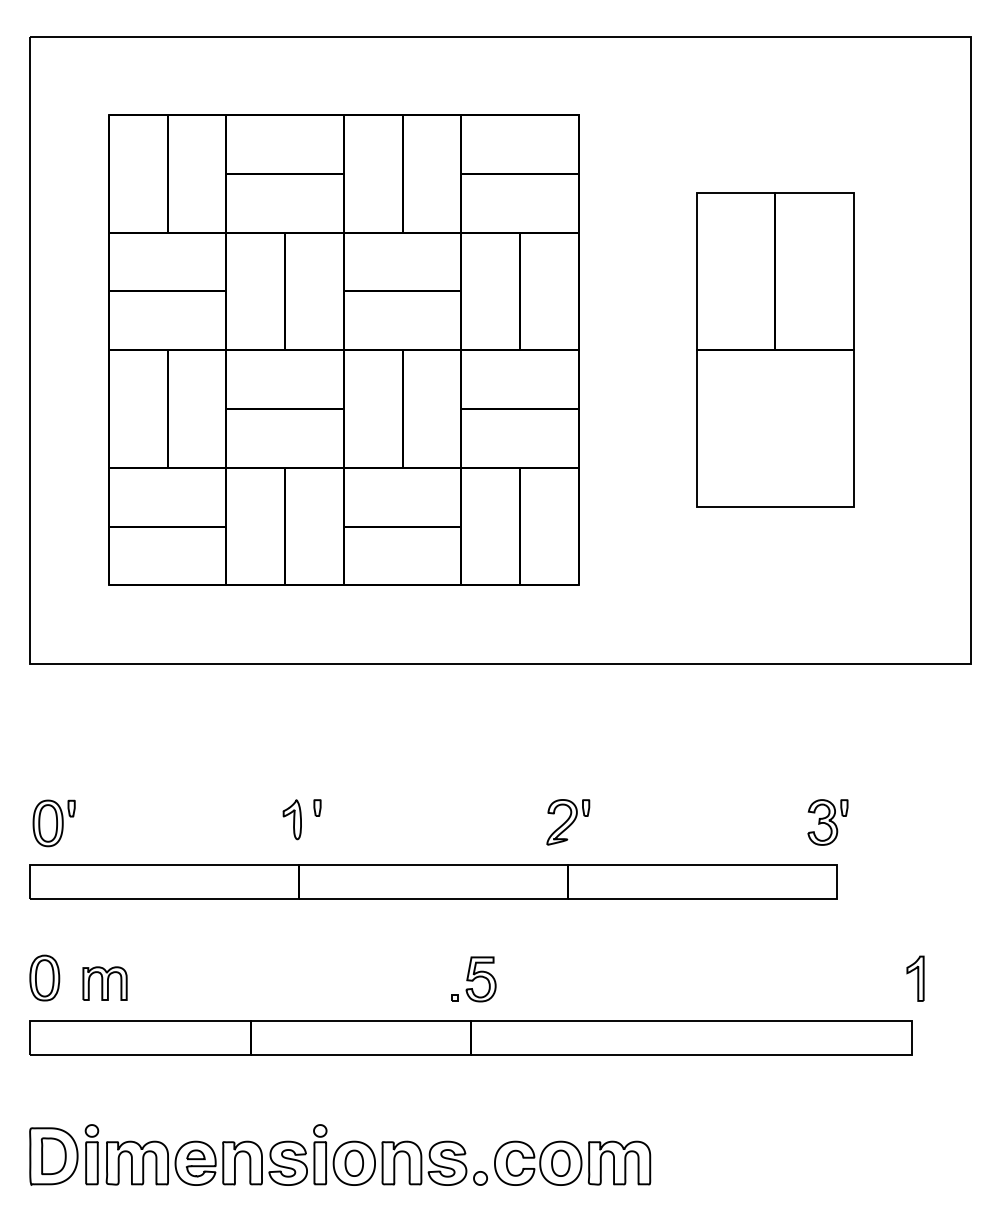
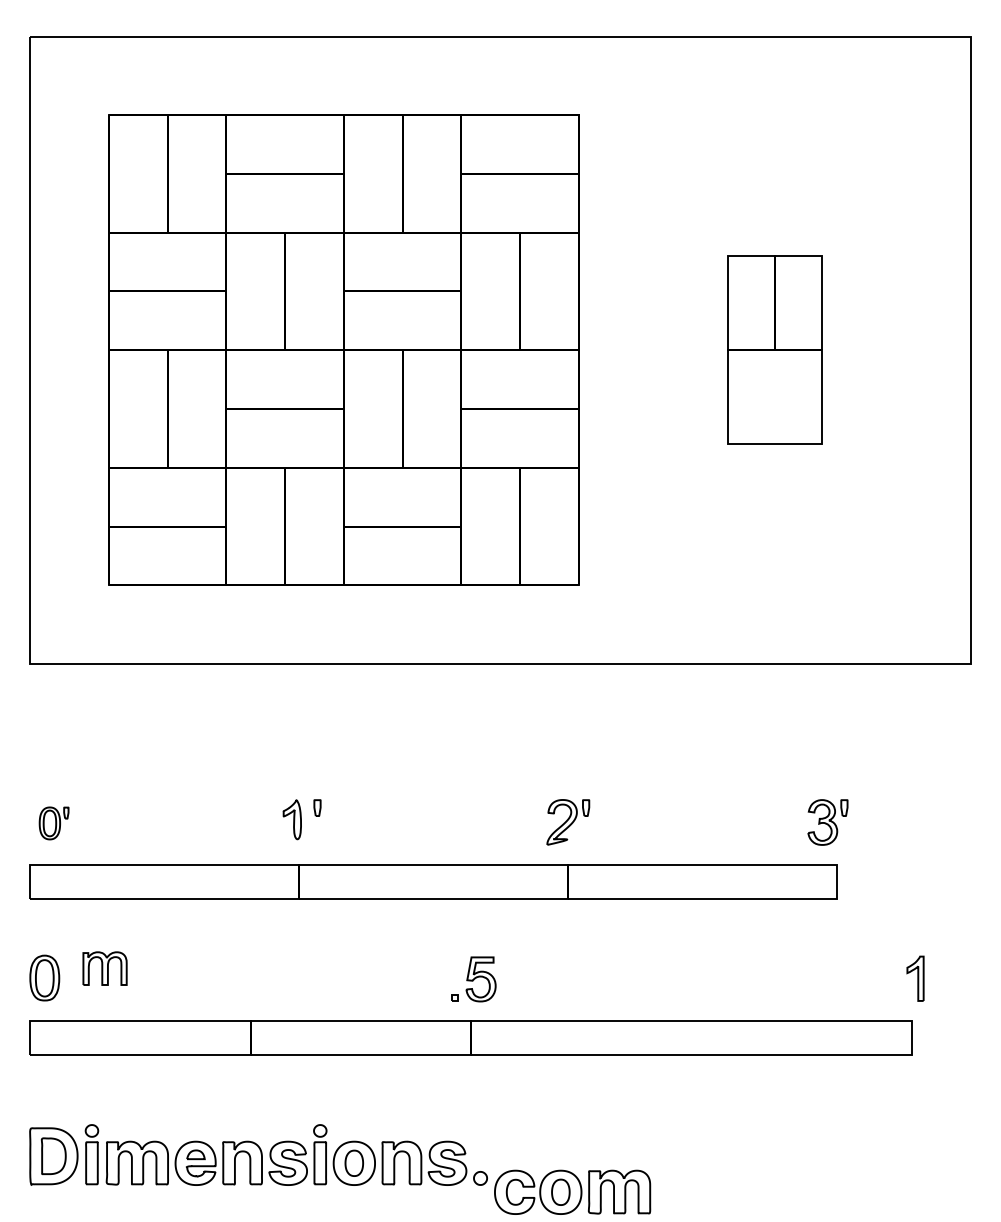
part at (775, 349) size: 159x316 px -> 96x190 px
part at (53, 823) size: 44x49 px -> 32x35 px
part at (104, 983) position: (104, 983) -> (104, 968)
part at (572, 1162) position: (572, 1162) -> (572, 1191)
